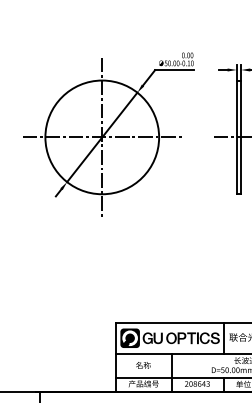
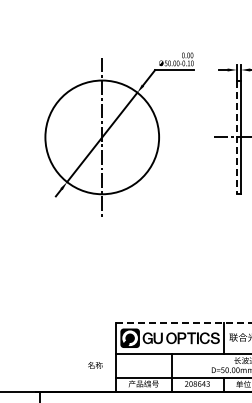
line at (101, 137): present -> none
line at (236, 137): solid -> dashed
line at (183, 323): solid -> dashed
text at (143, 365) position: (143, 365) -> (95, 365)
